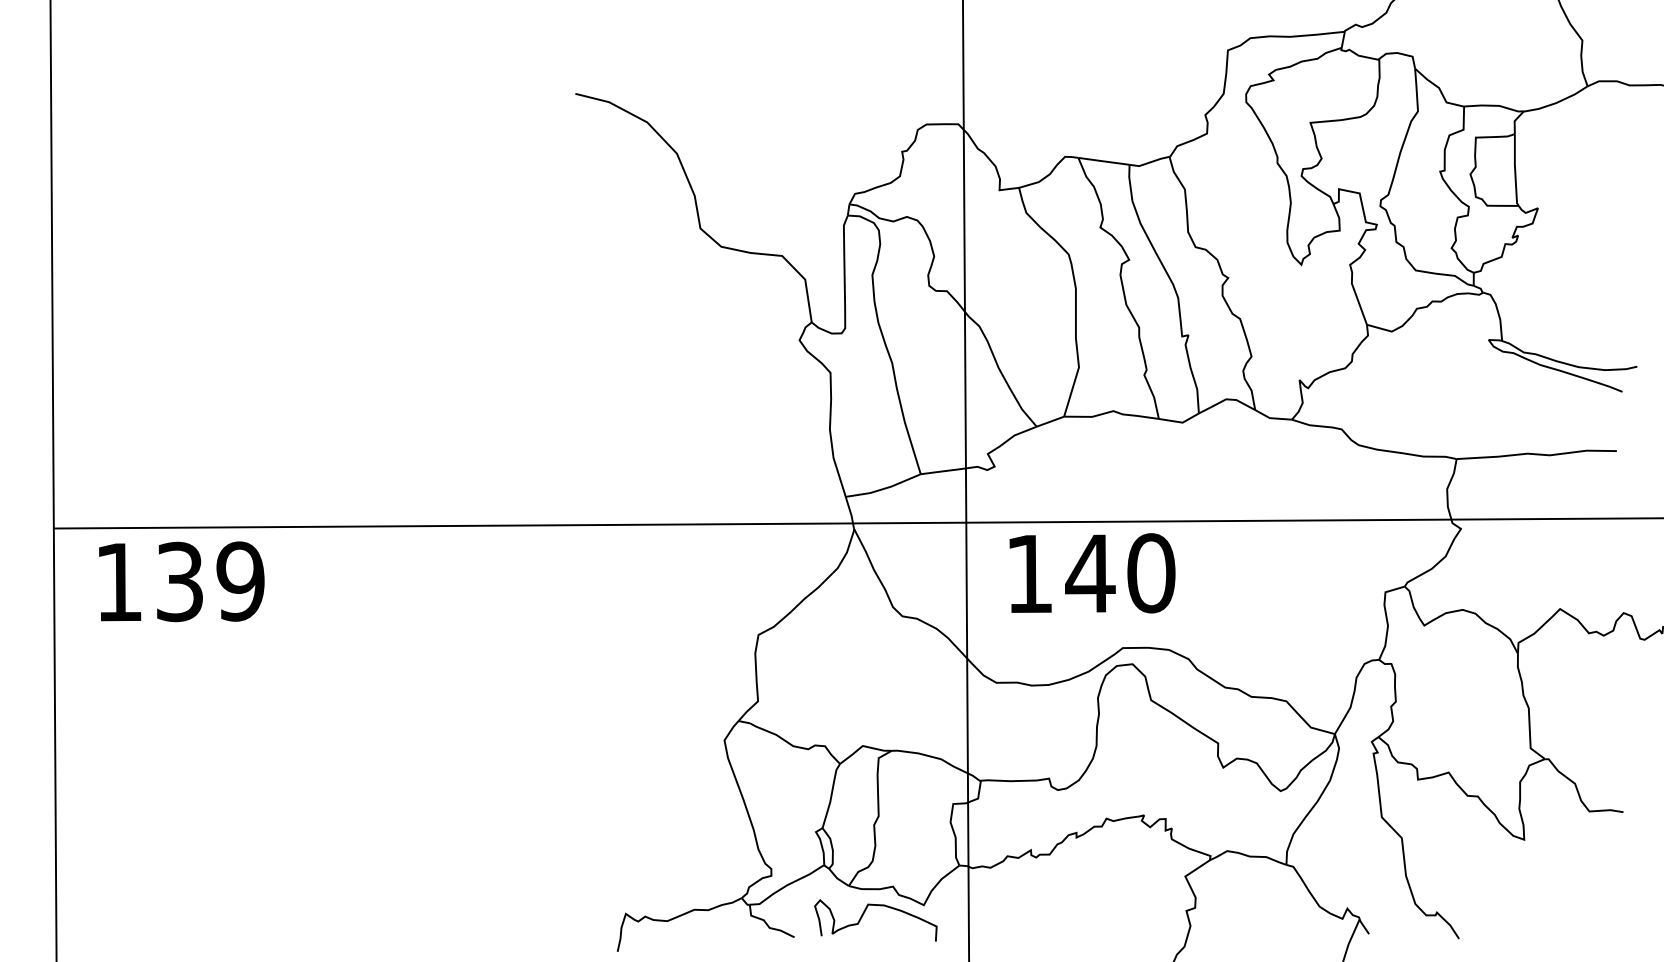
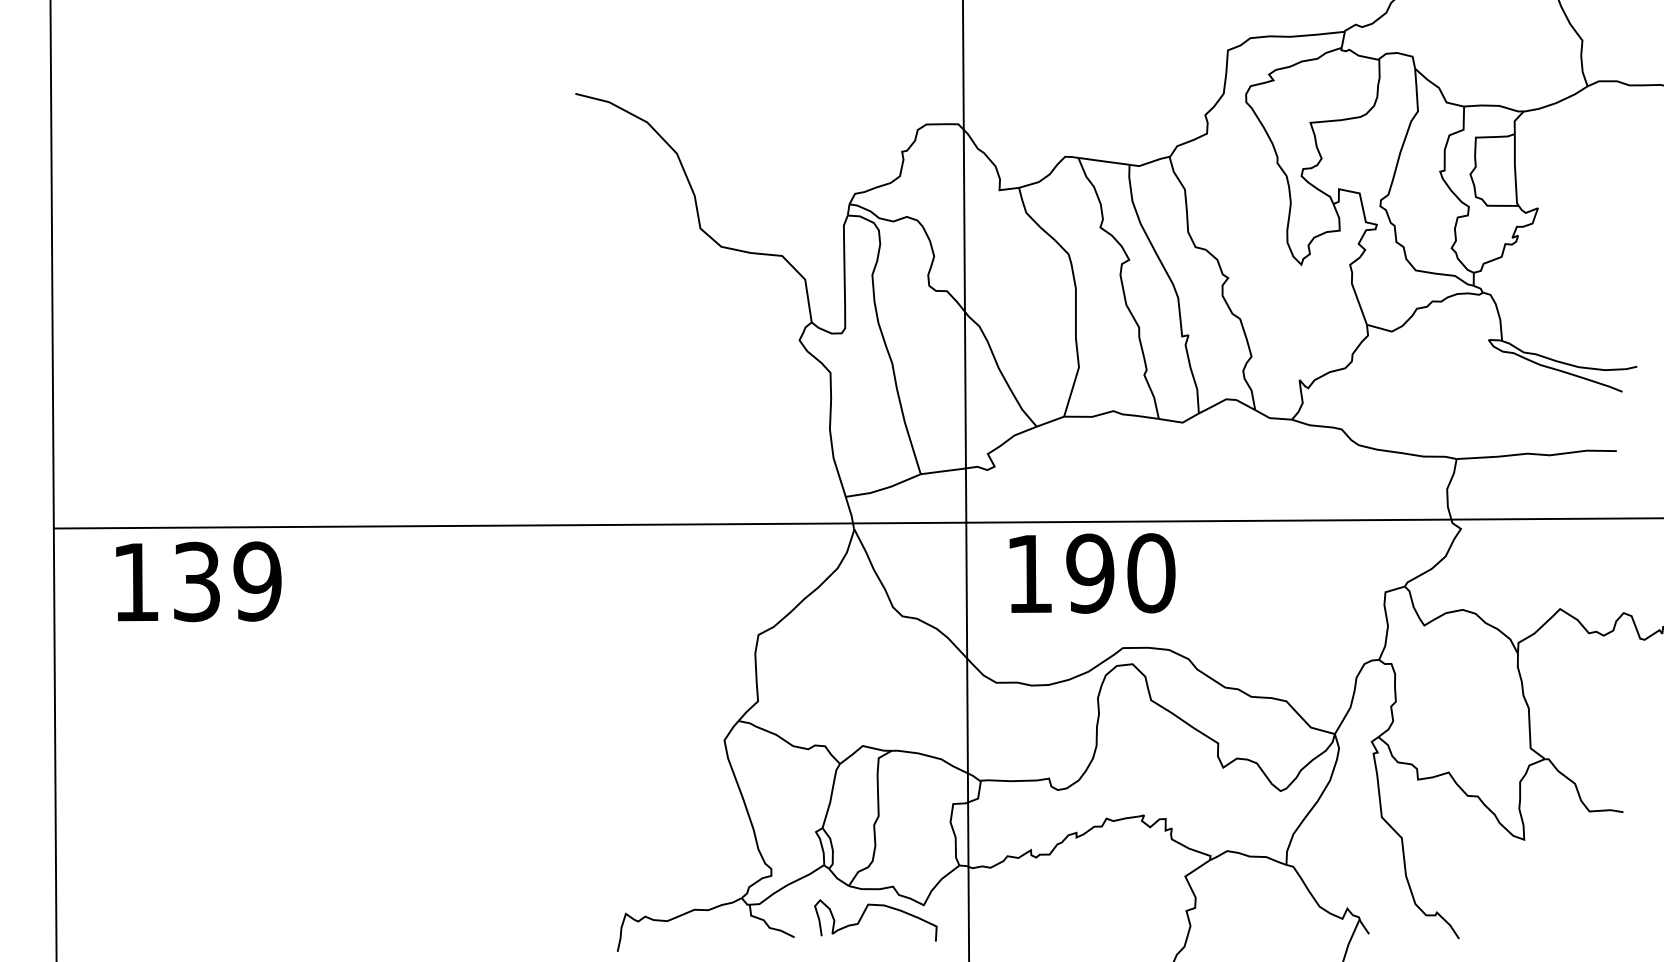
text at (1090, 573): 140 -> 190
text at (181, 581) position: (181, 581) -> (198, 581)
